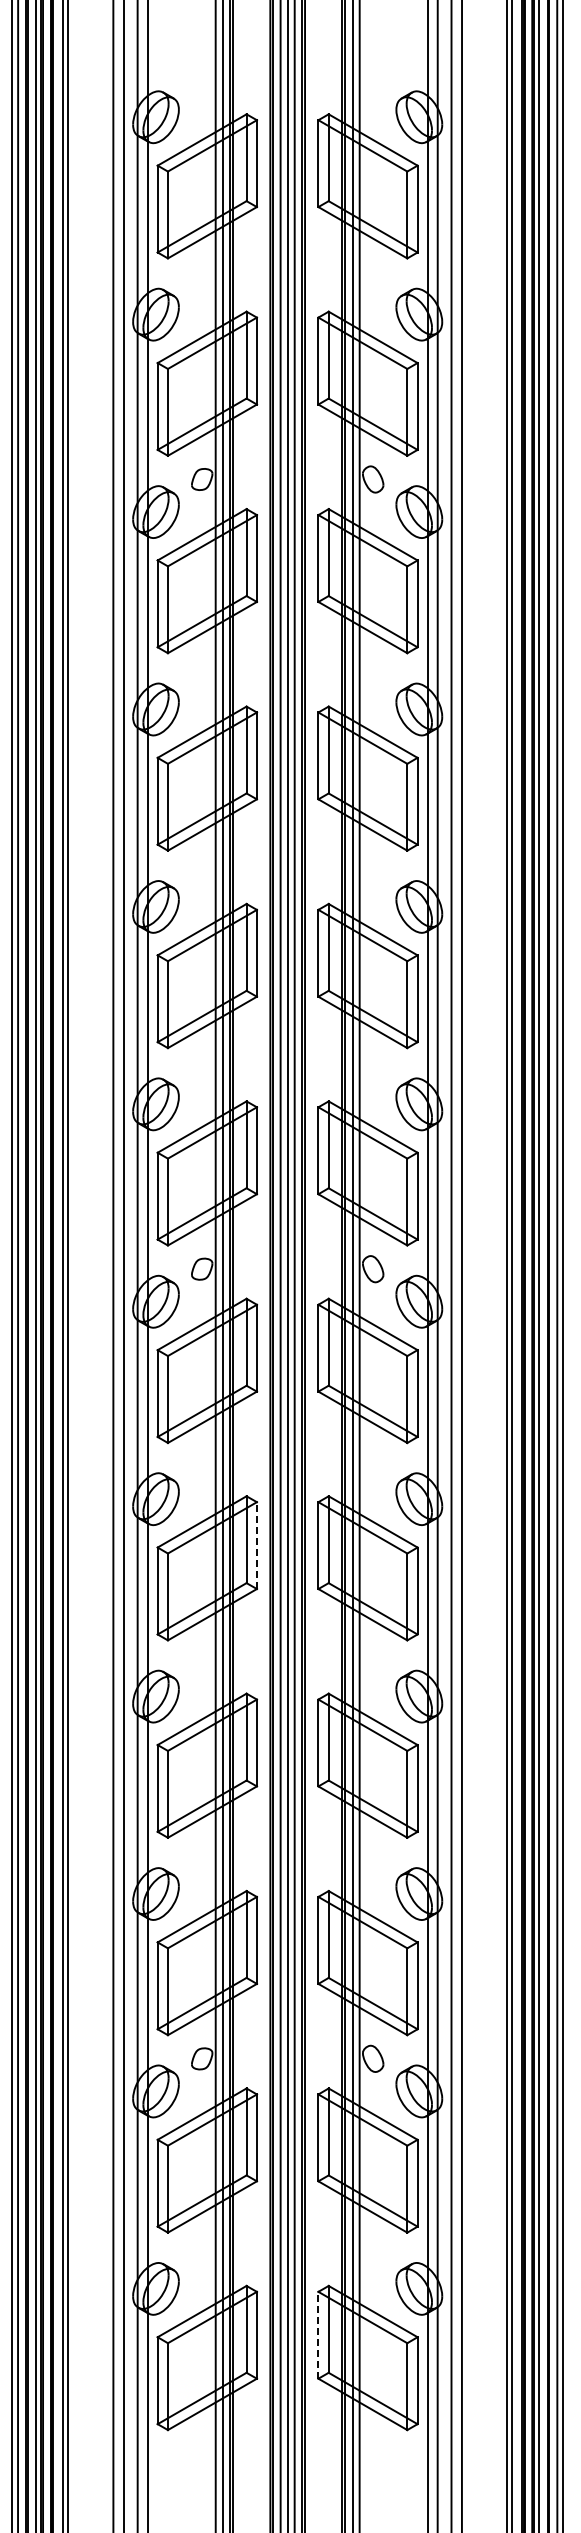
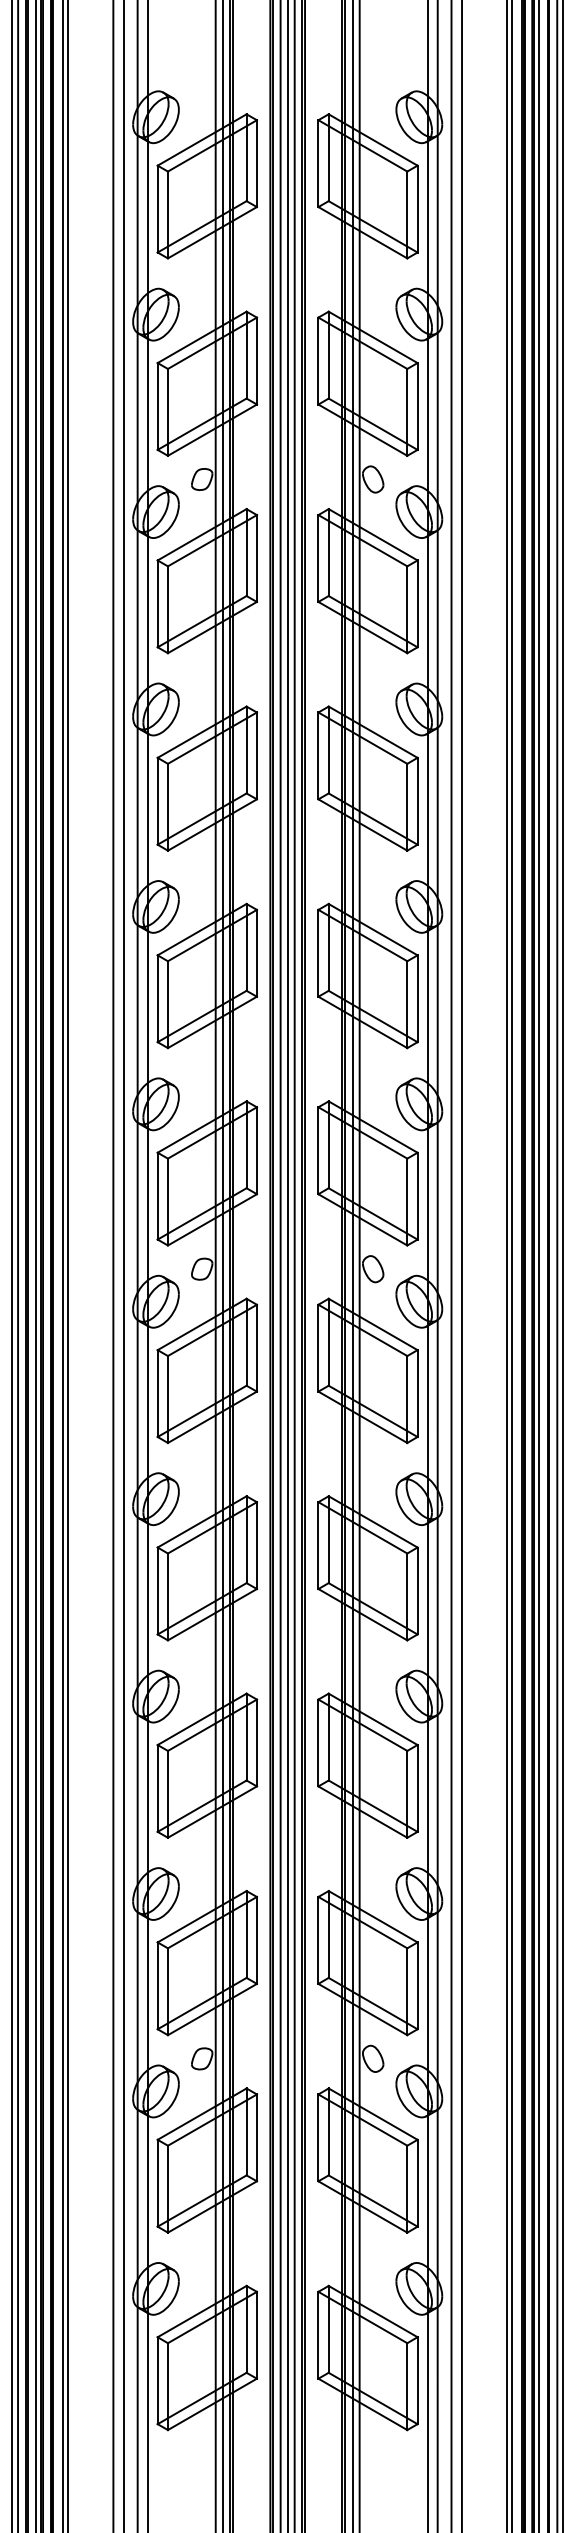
line at (256, 1545): dashed -> solid
line at (318, 2334): dashed -> solid
